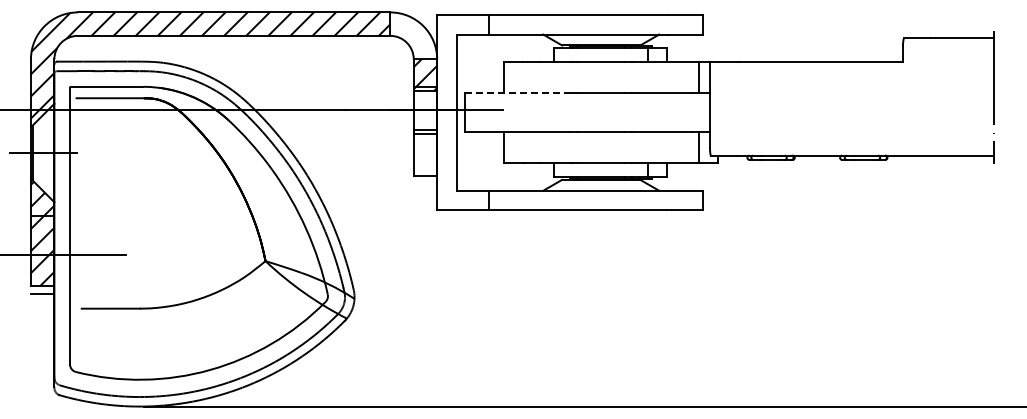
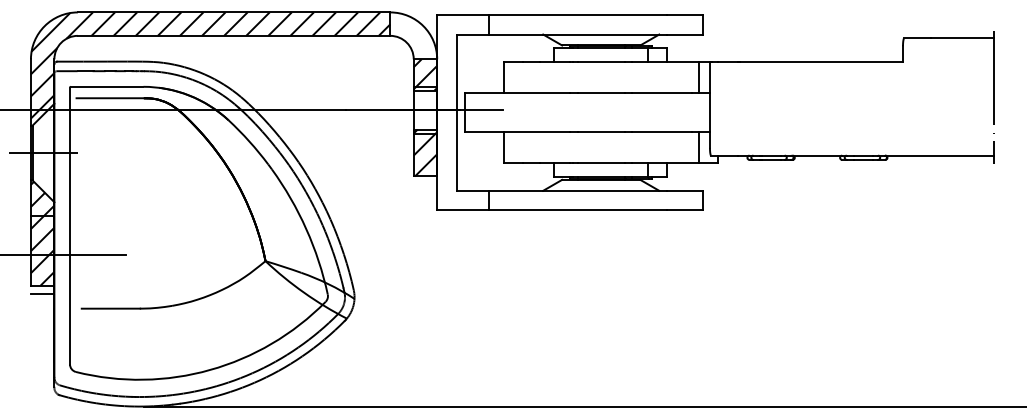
line at (517, 93): dashed -> solid
hatch at (425, 152): none -> present
